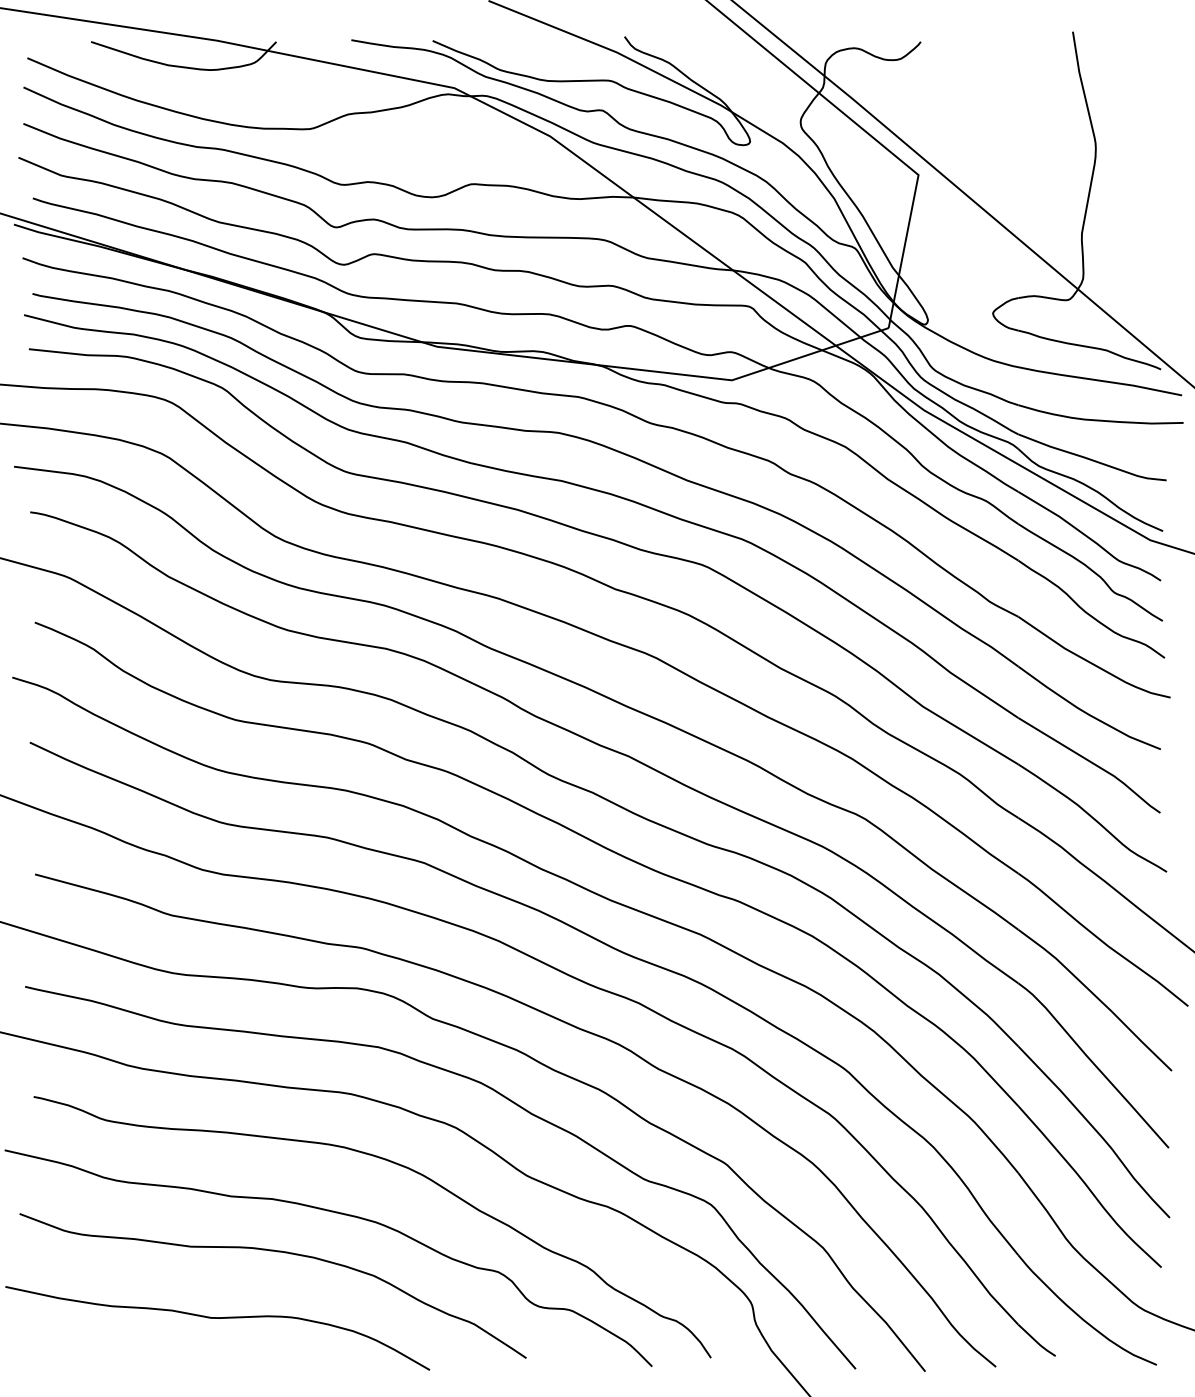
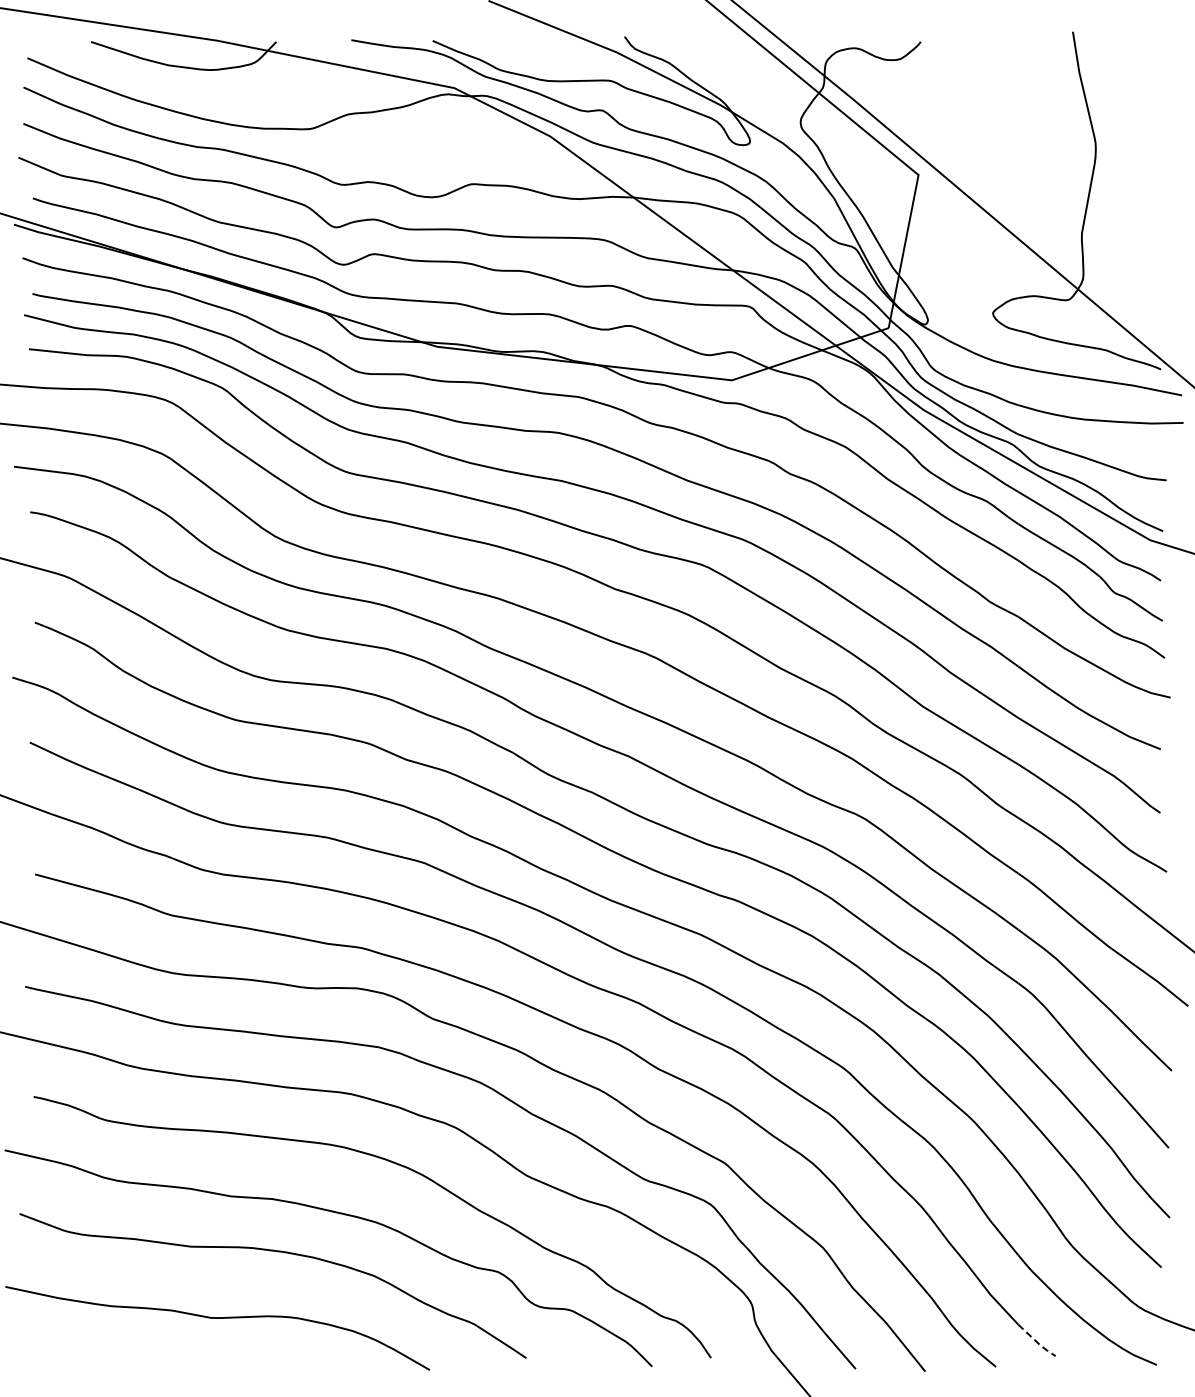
line at (1037, 1342): solid -> dashed
